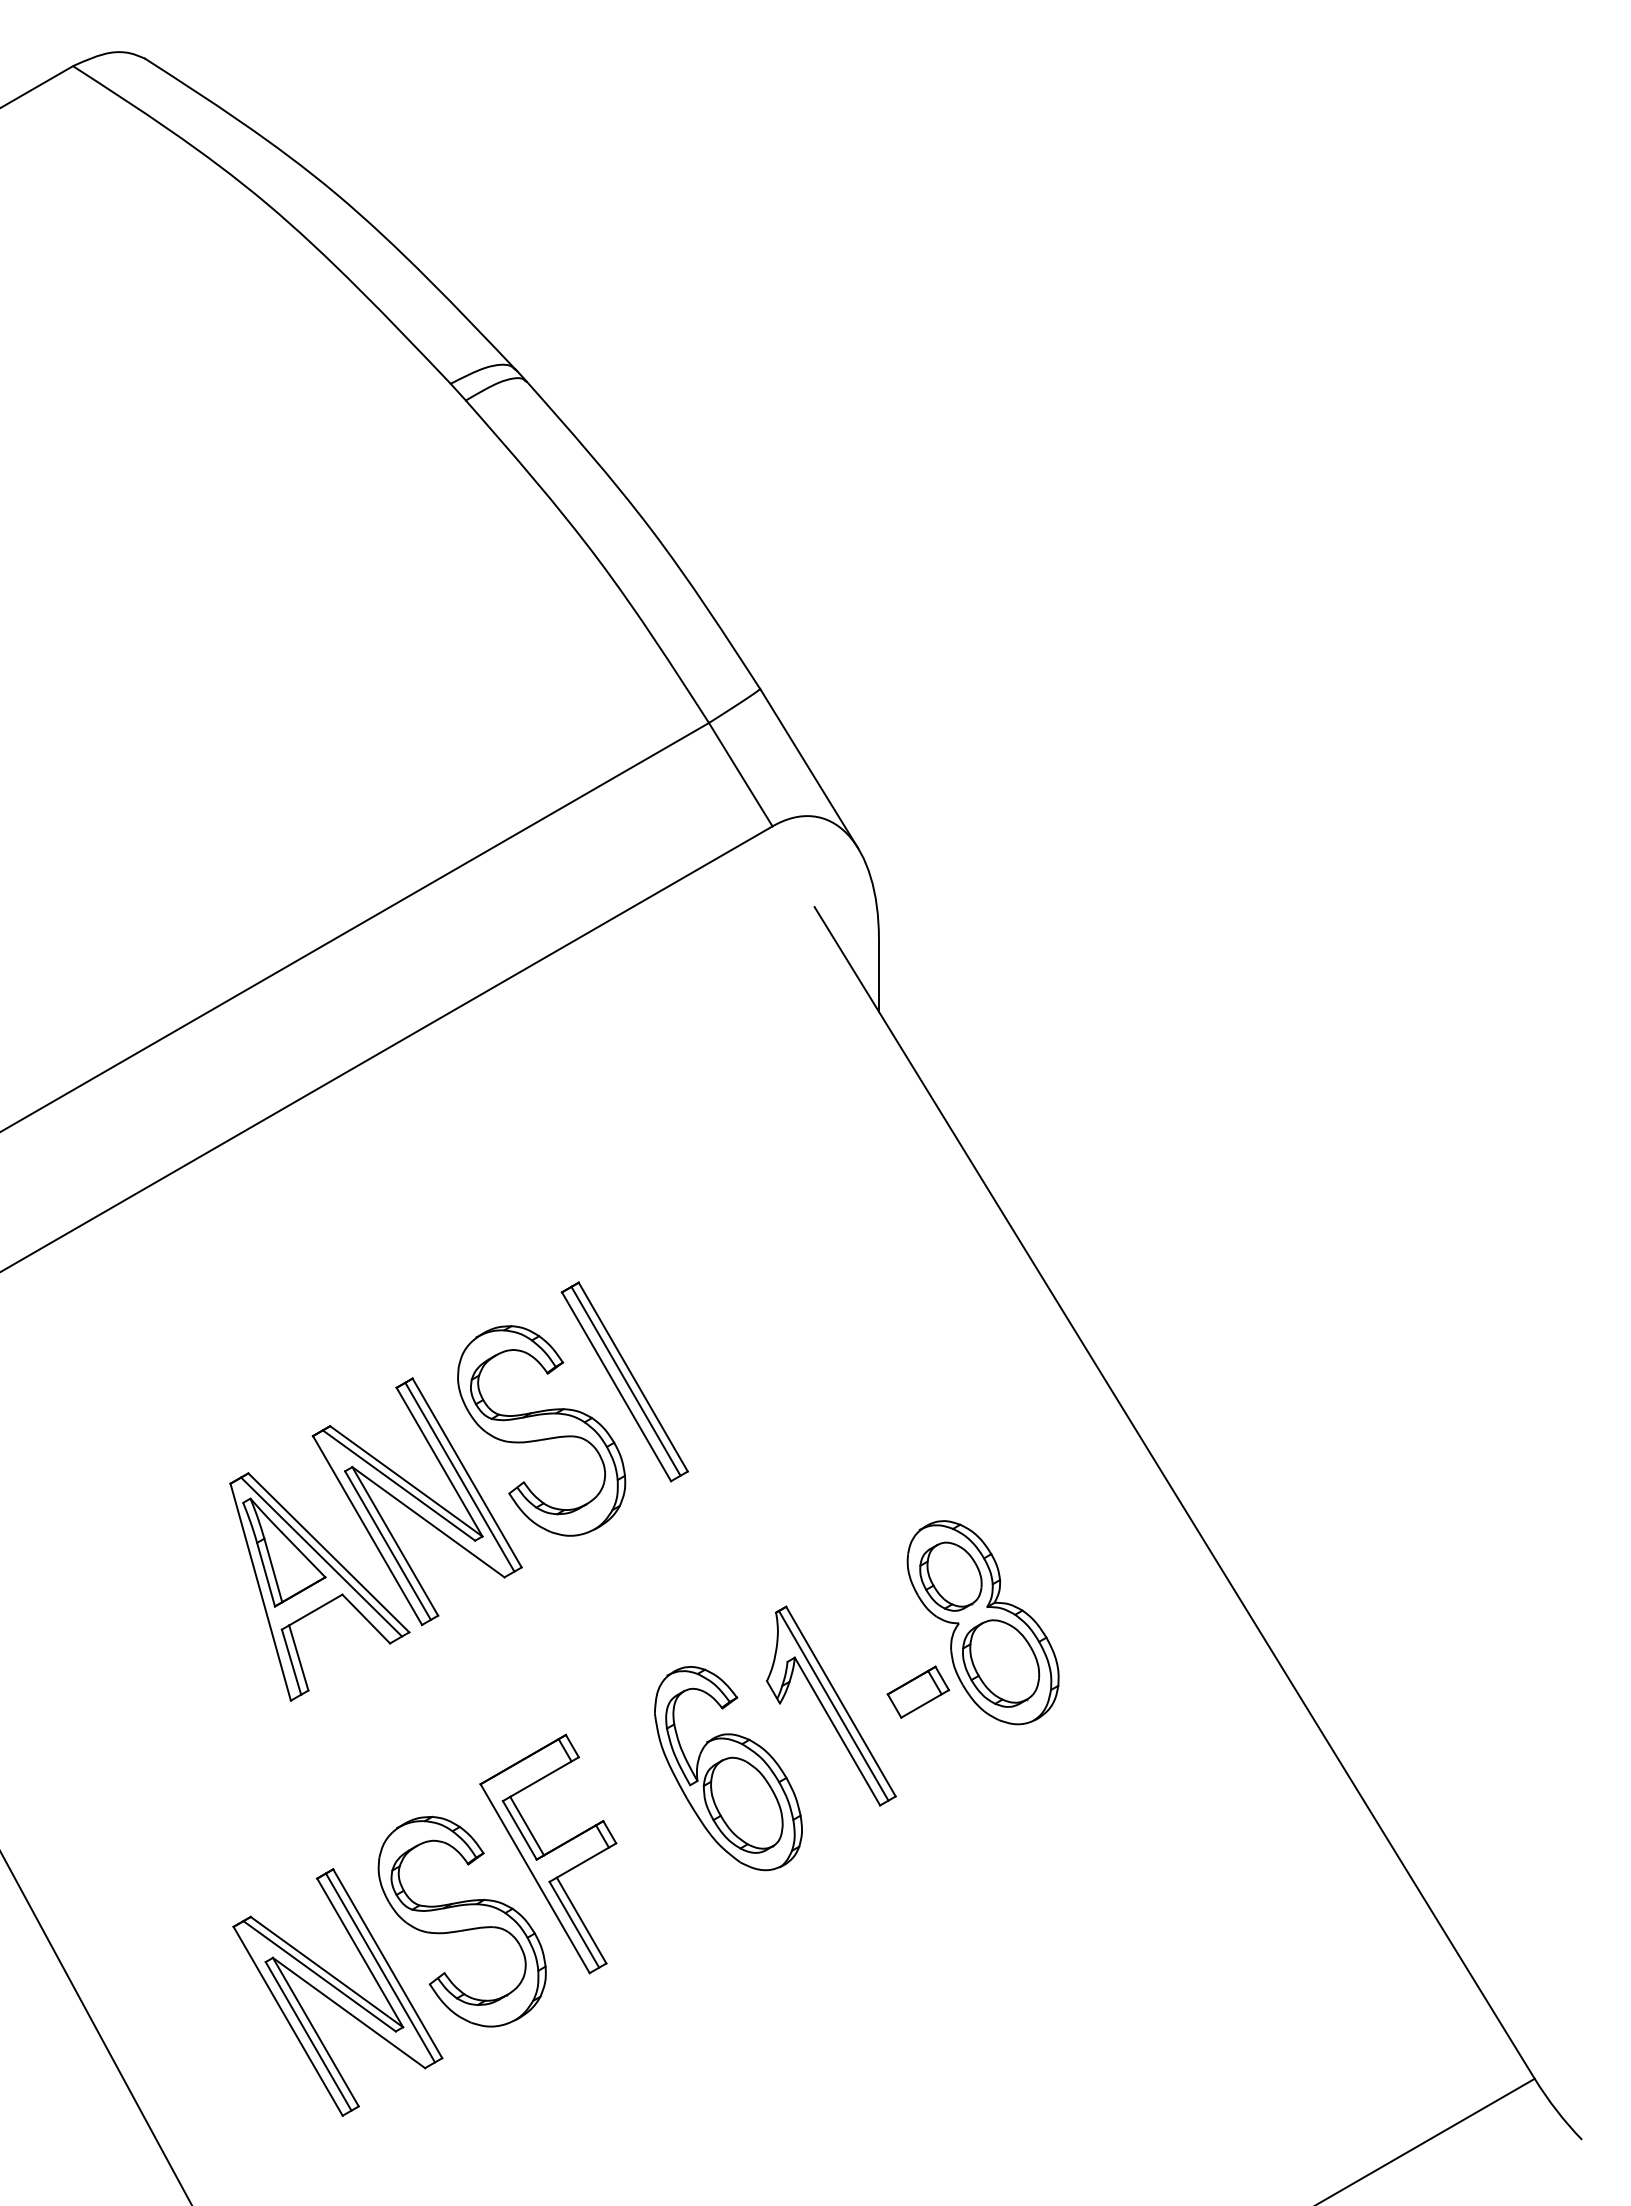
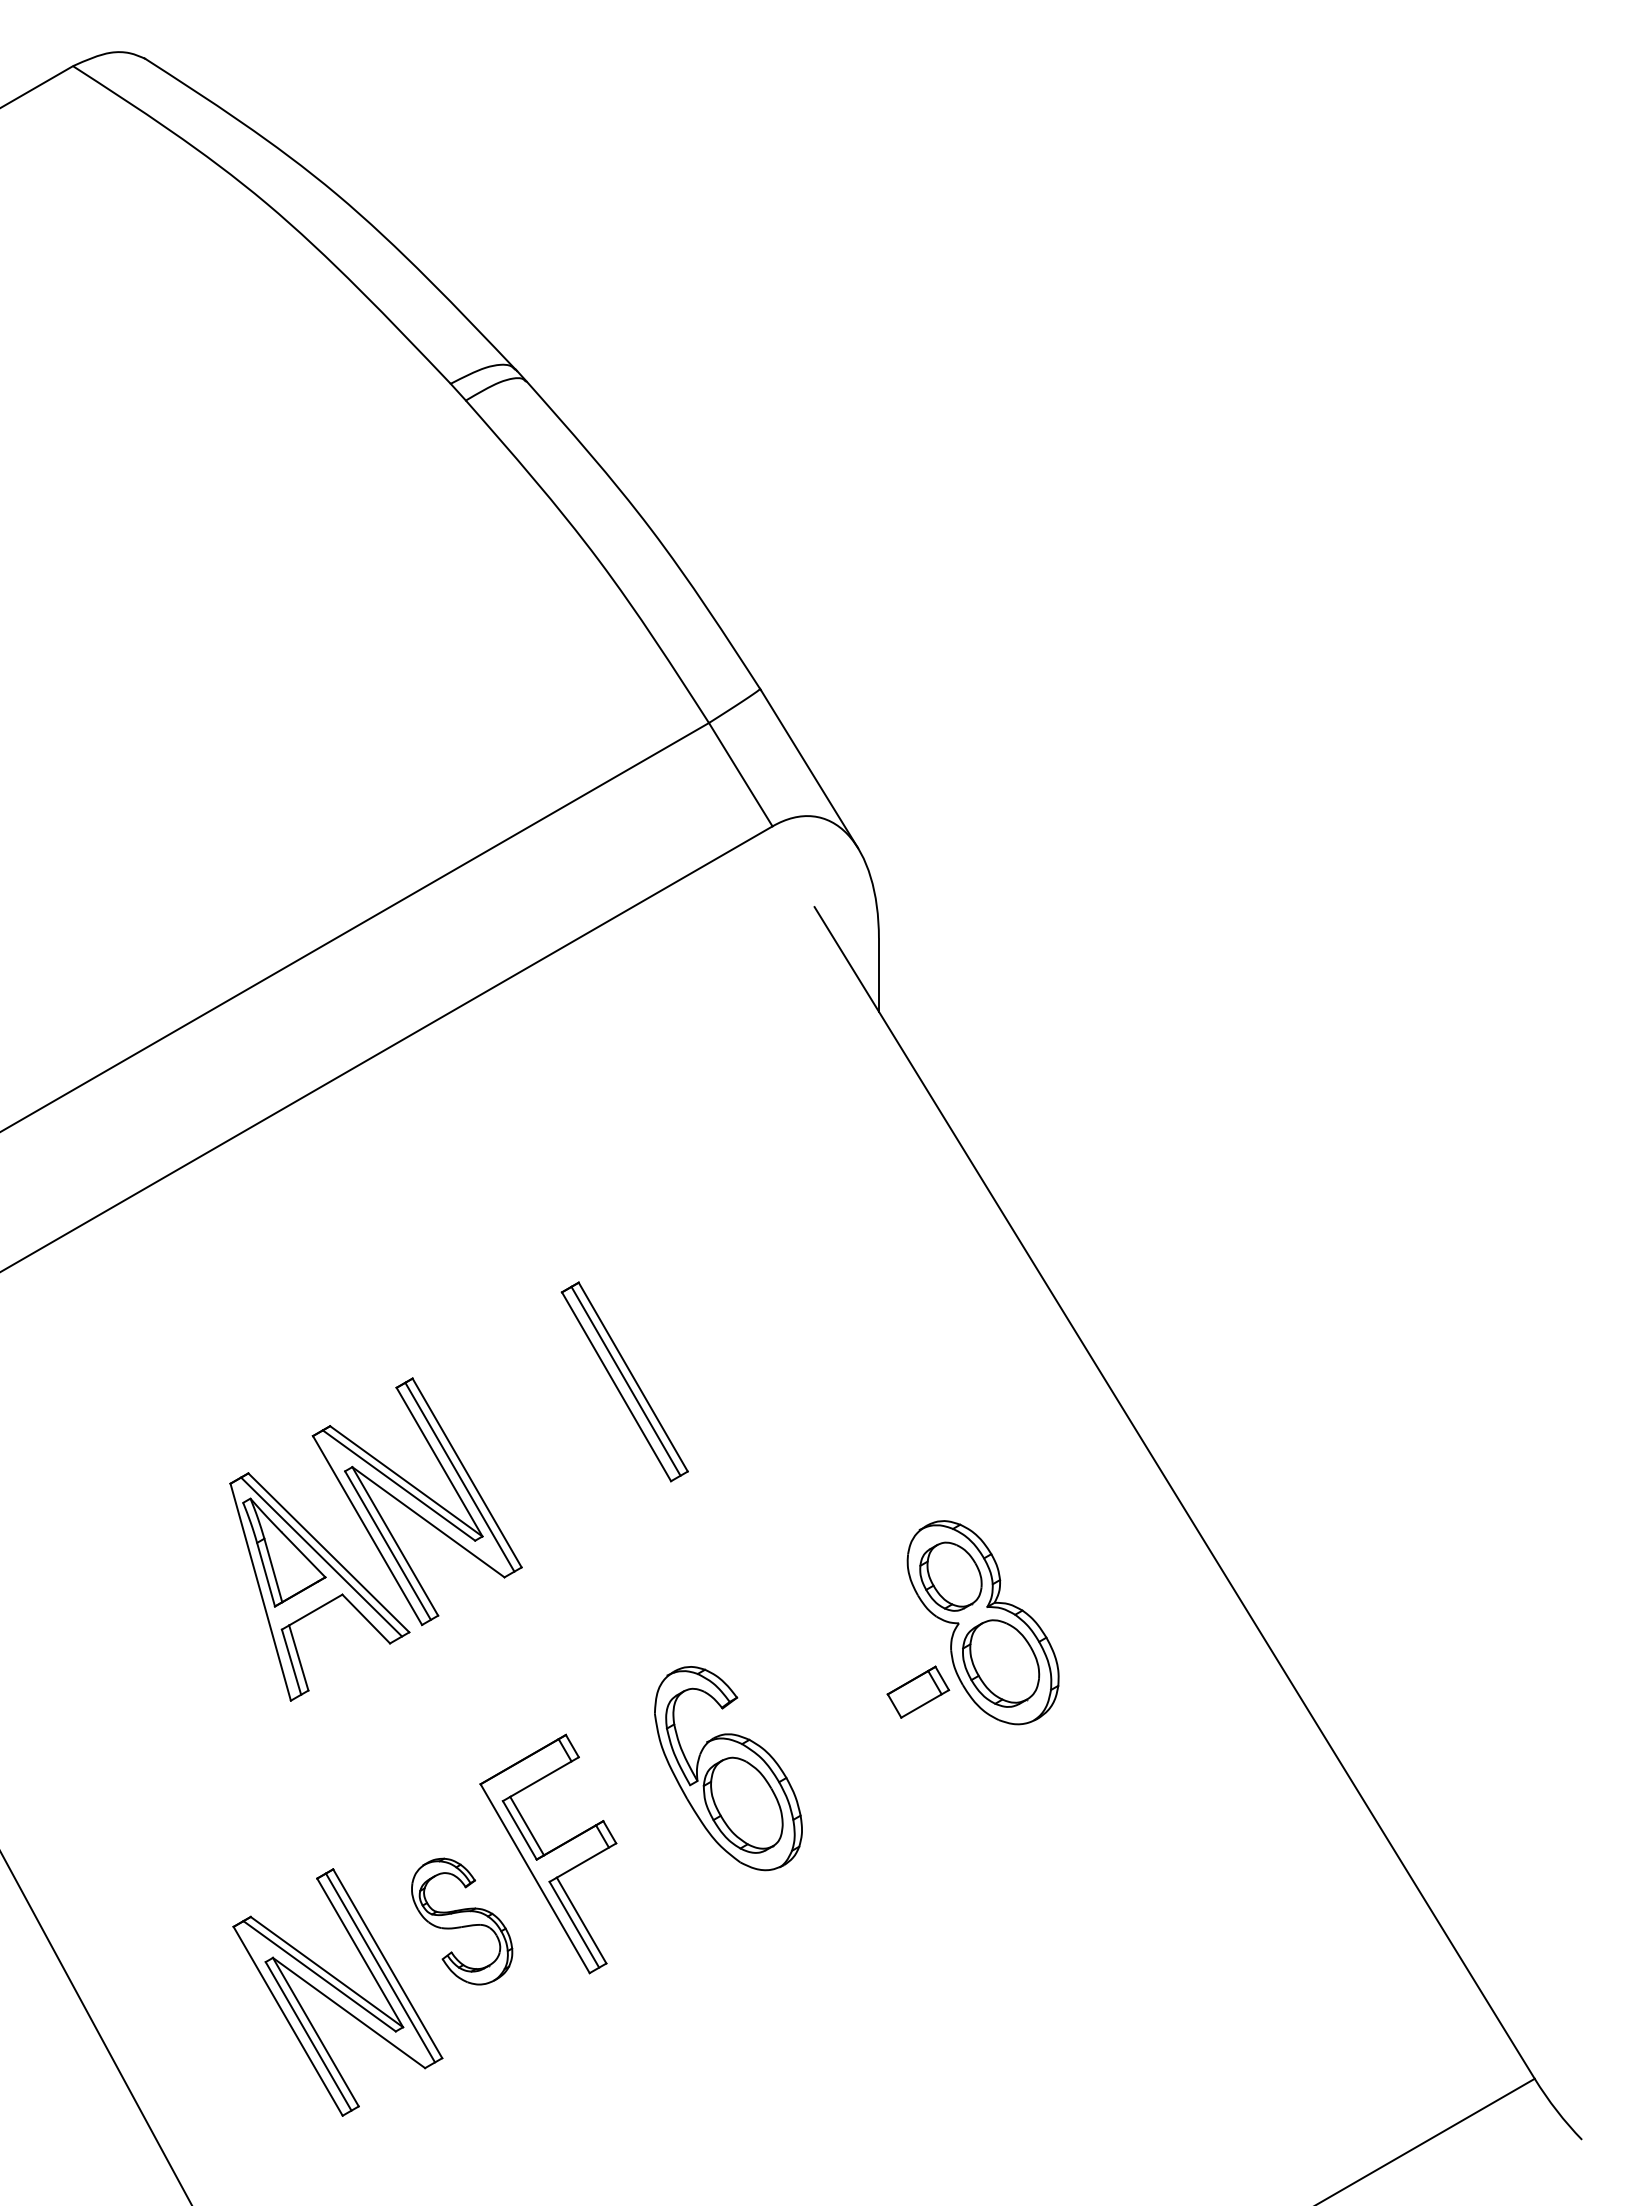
part at (541, 1430): present -> none
part at (831, 1705): present -> none
part at (461, 1921) size: 170x213 px -> 103x129 px
